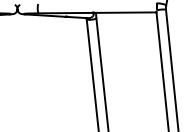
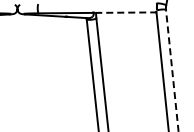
line at (125, 12): solid -> dashed
line at (172, 70): solid -> dashed
